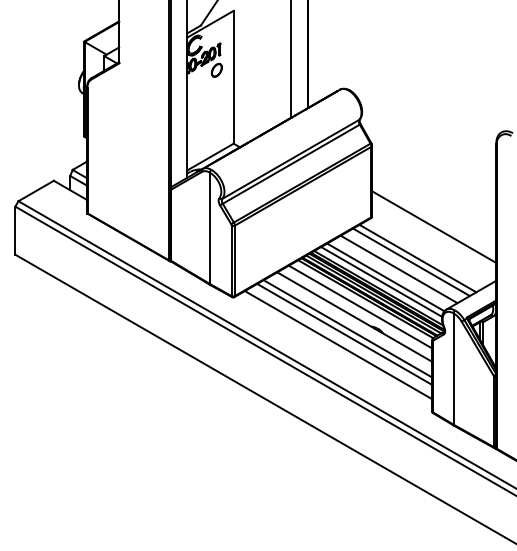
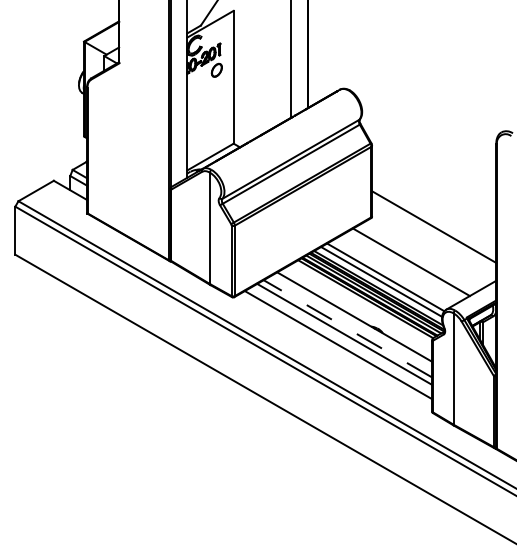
line at (417, 258): present -> none
line at (398, 269): present -> none
line at (360, 306): present -> none
line at (347, 328): solid -> dashed
